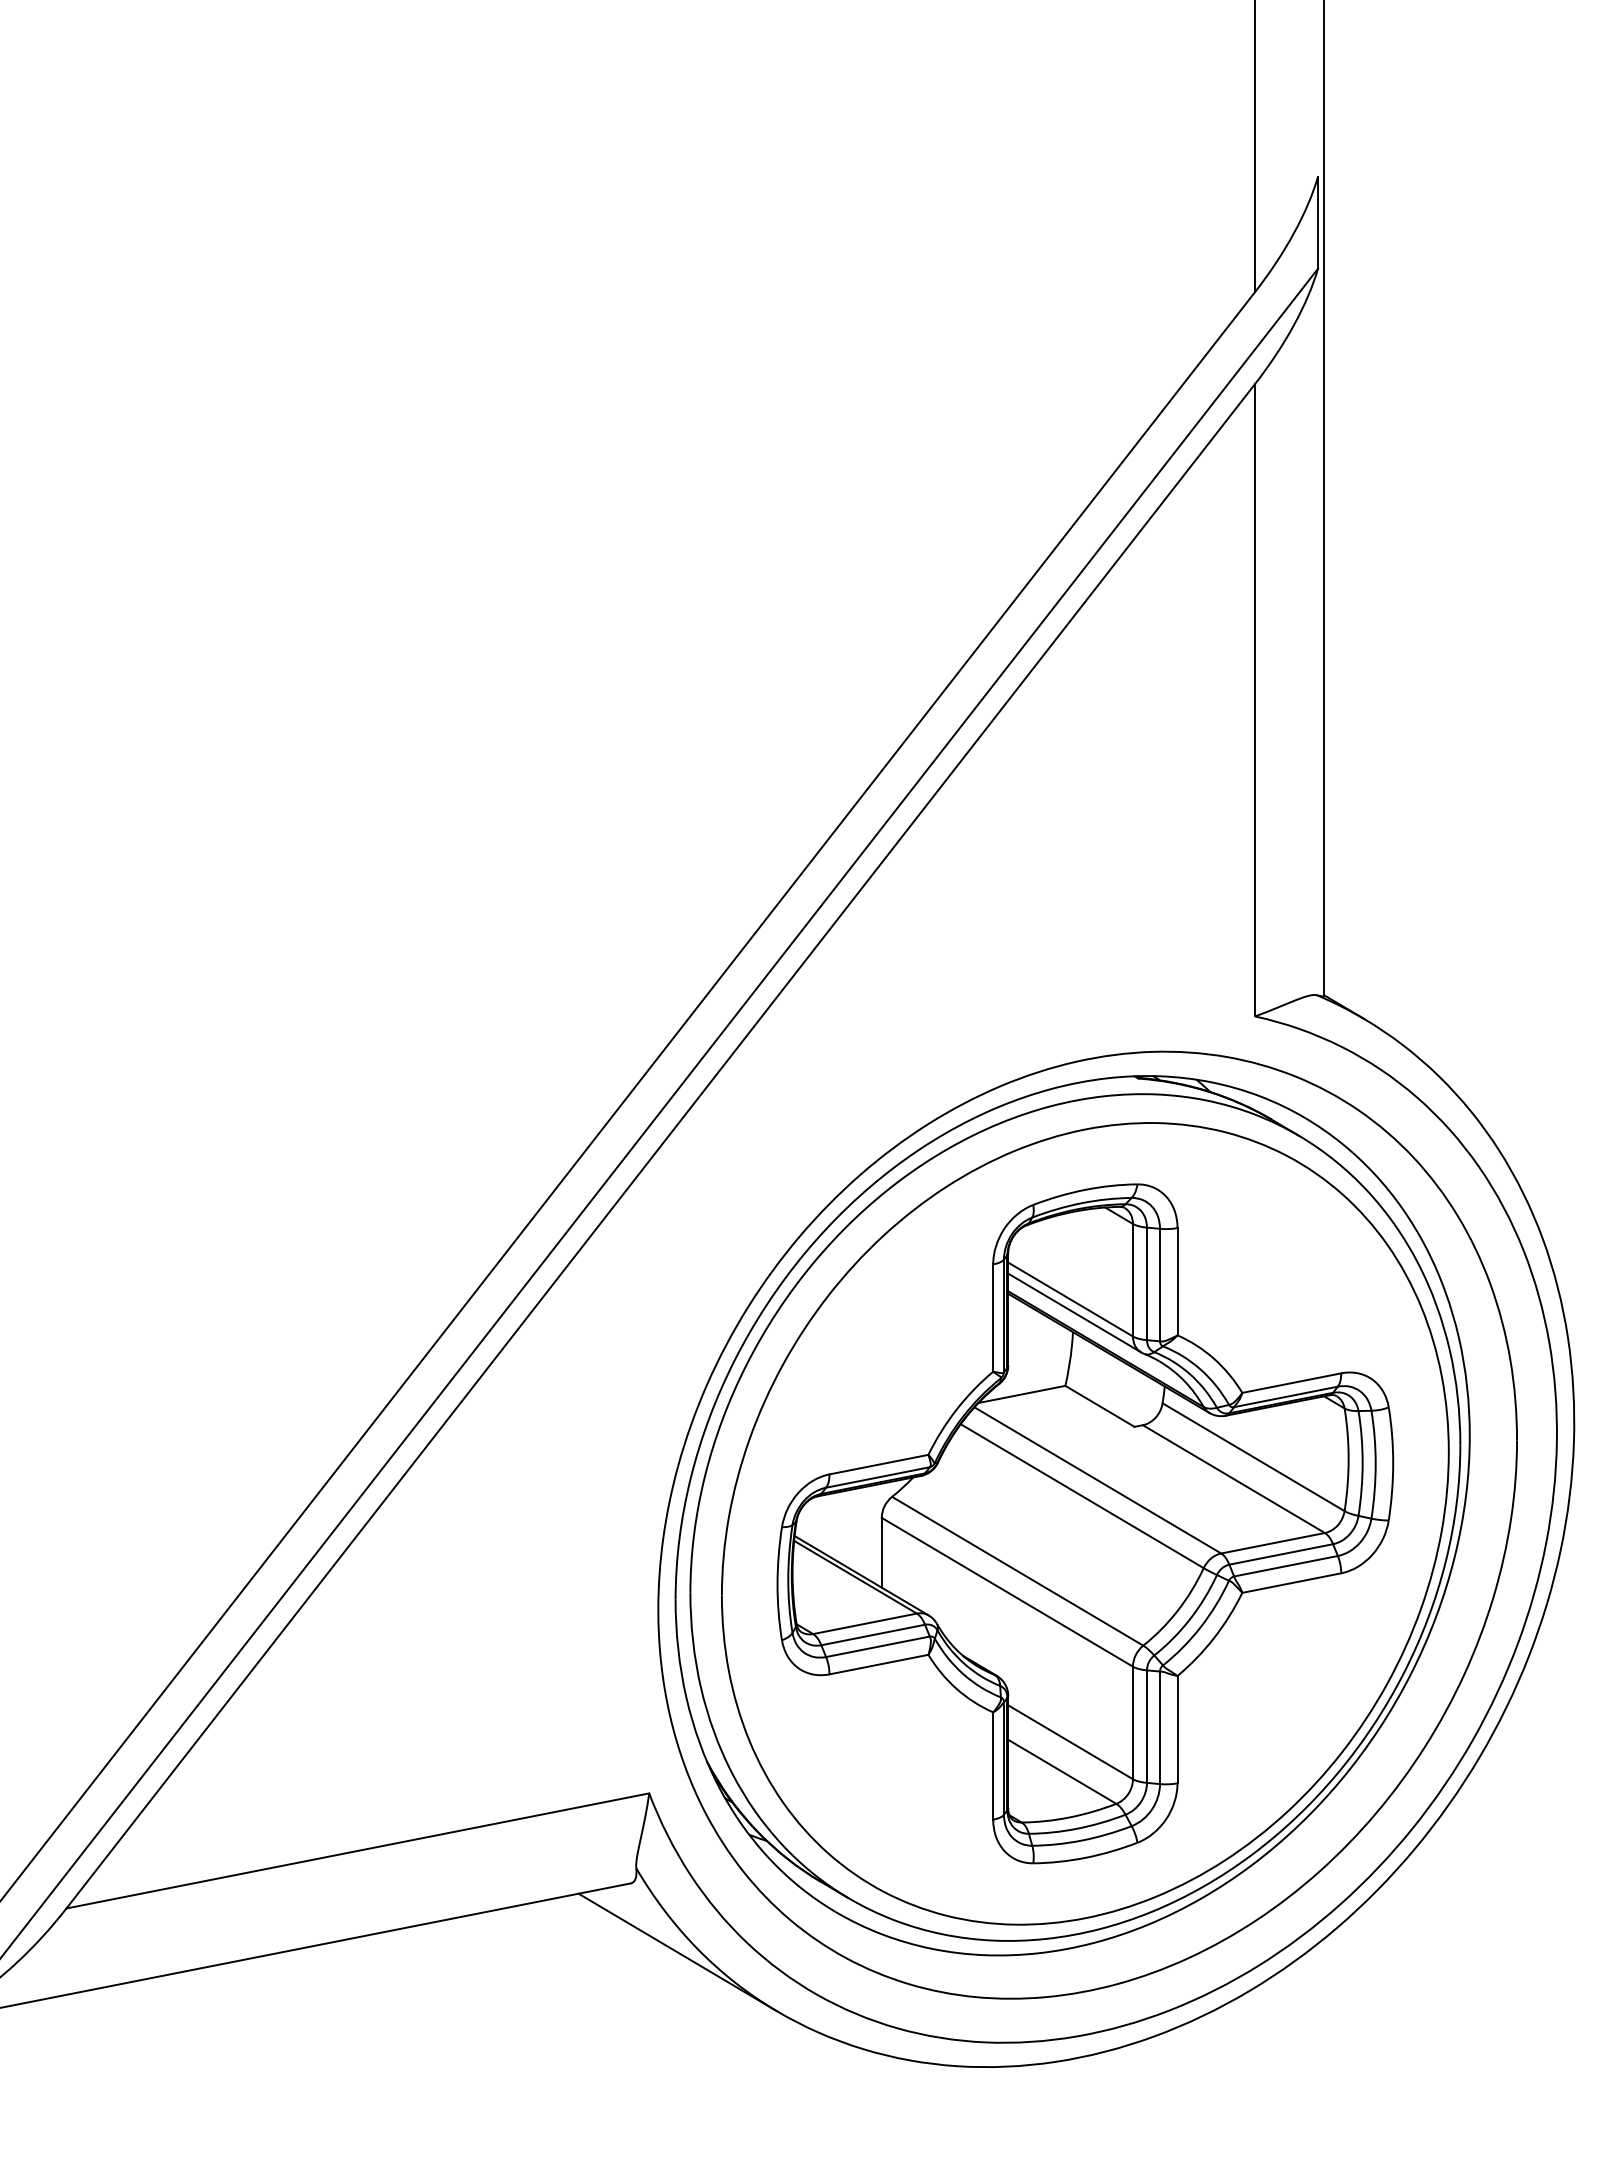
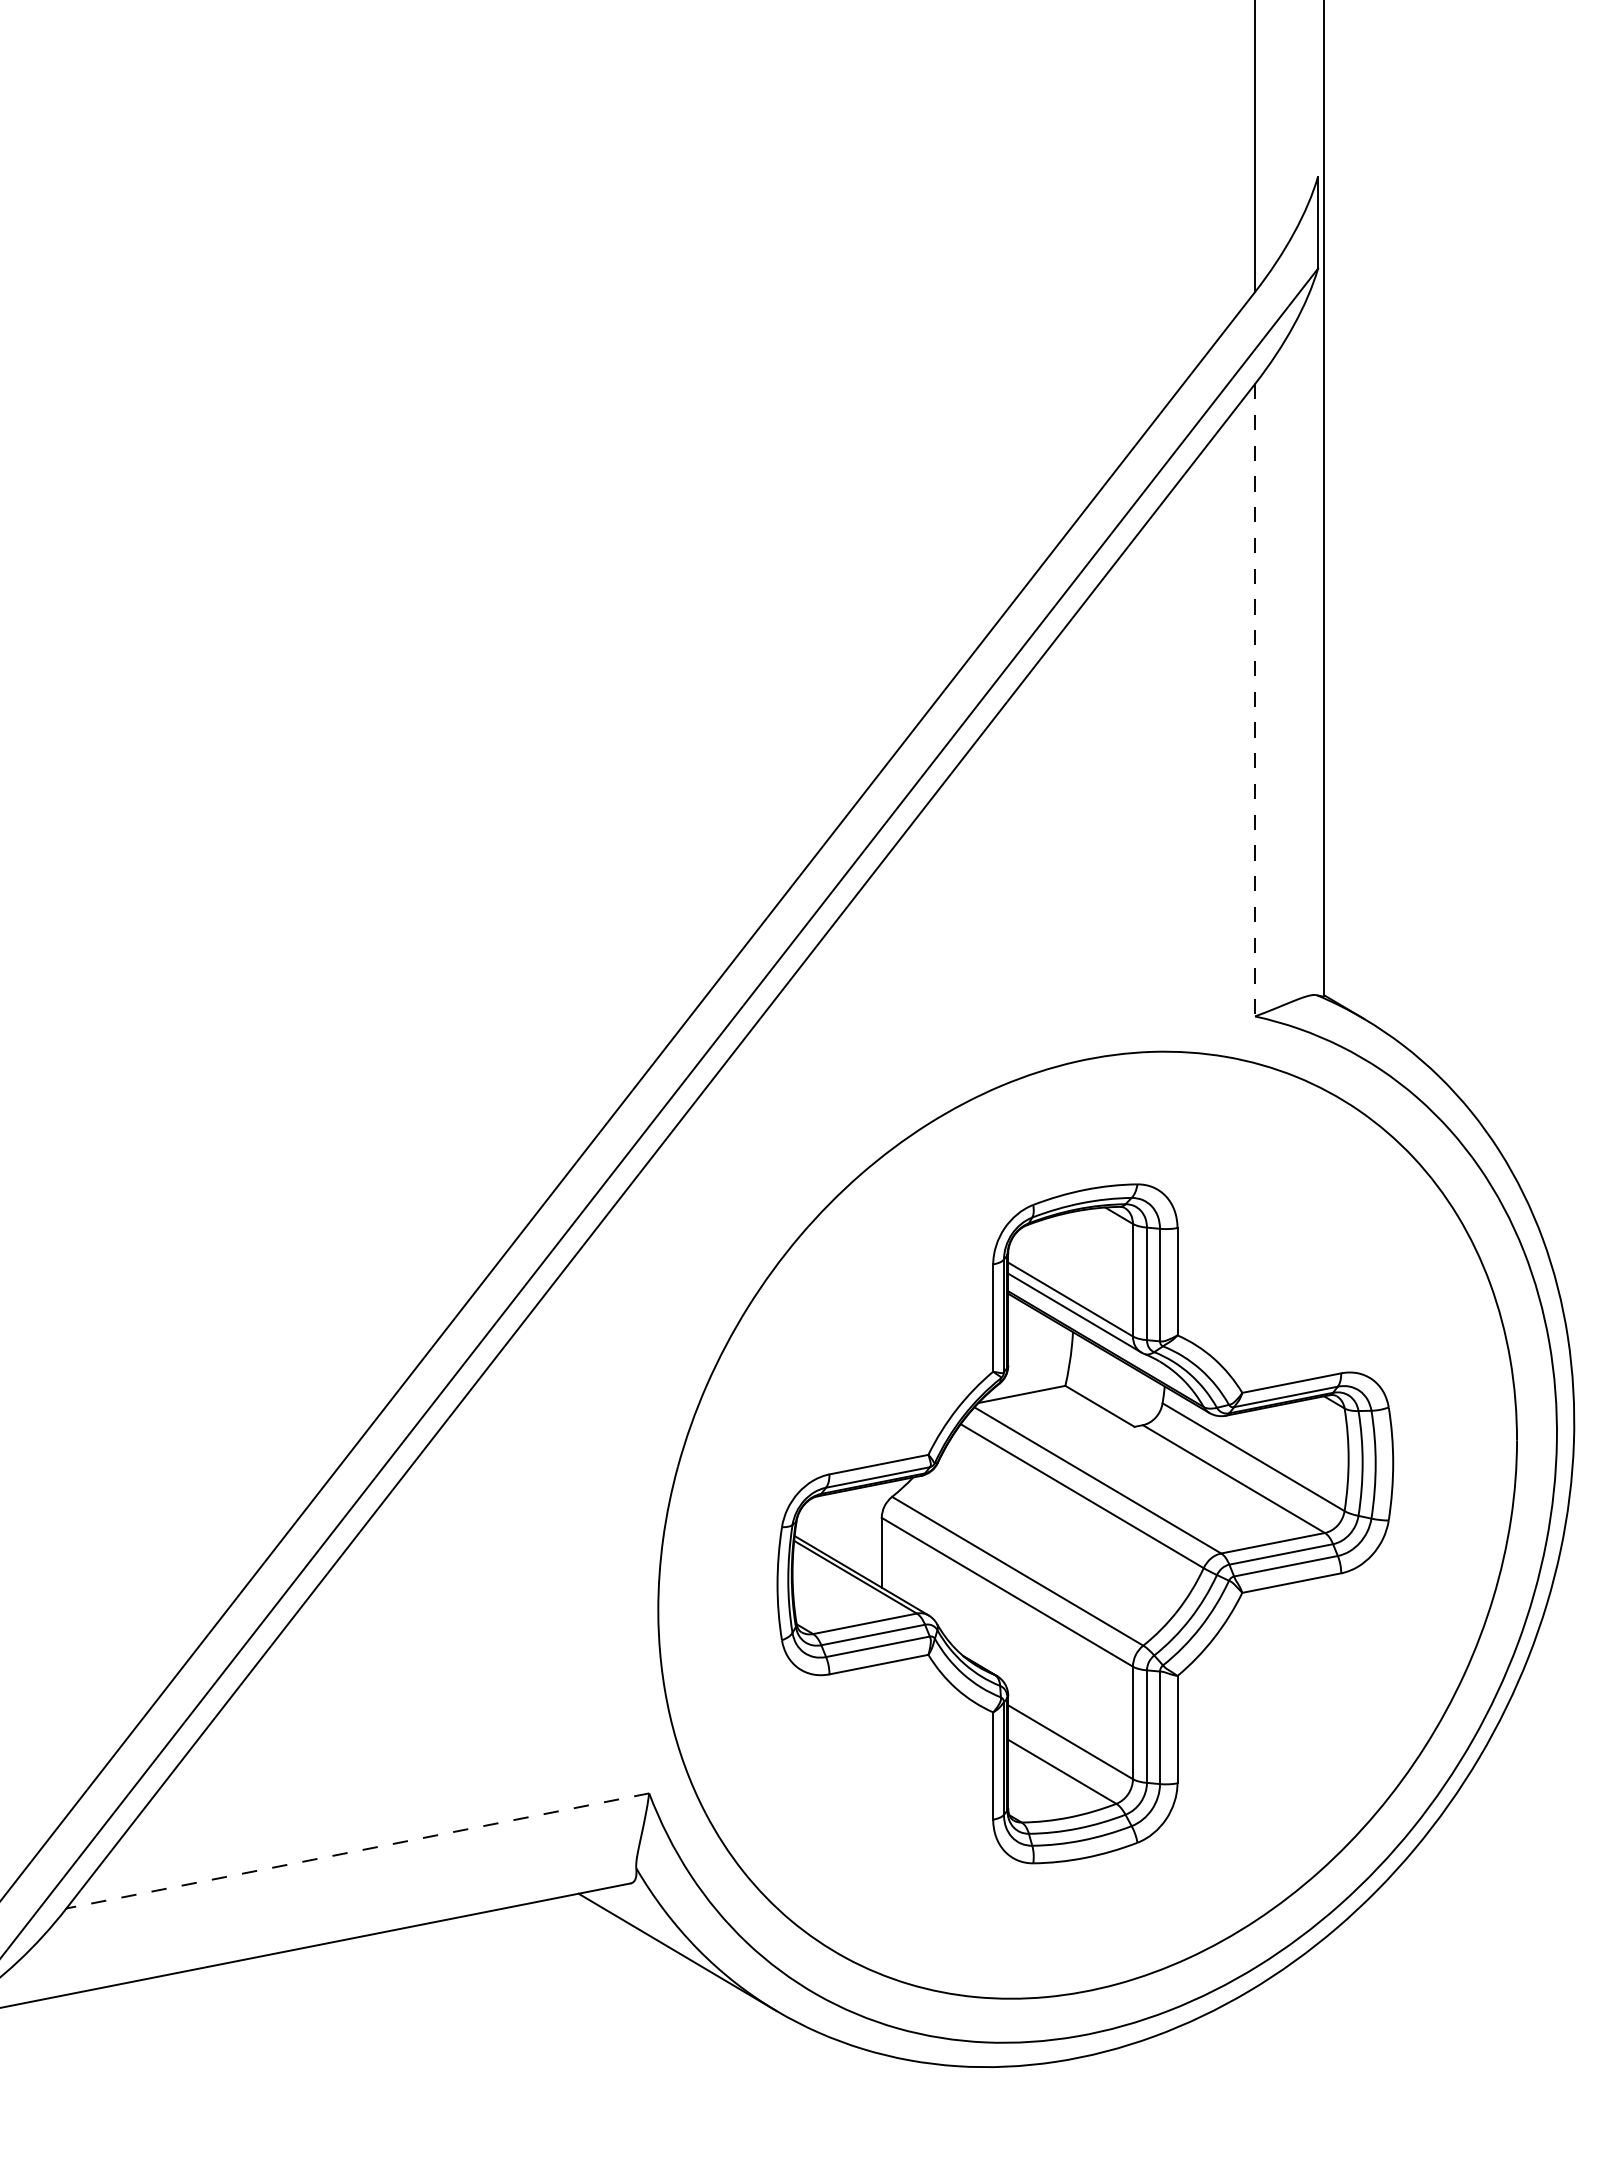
line at (1255, 700): solid -> dashed
part at (1072, 1515): present -> none
line at (357, 1851): solid -> dashed
